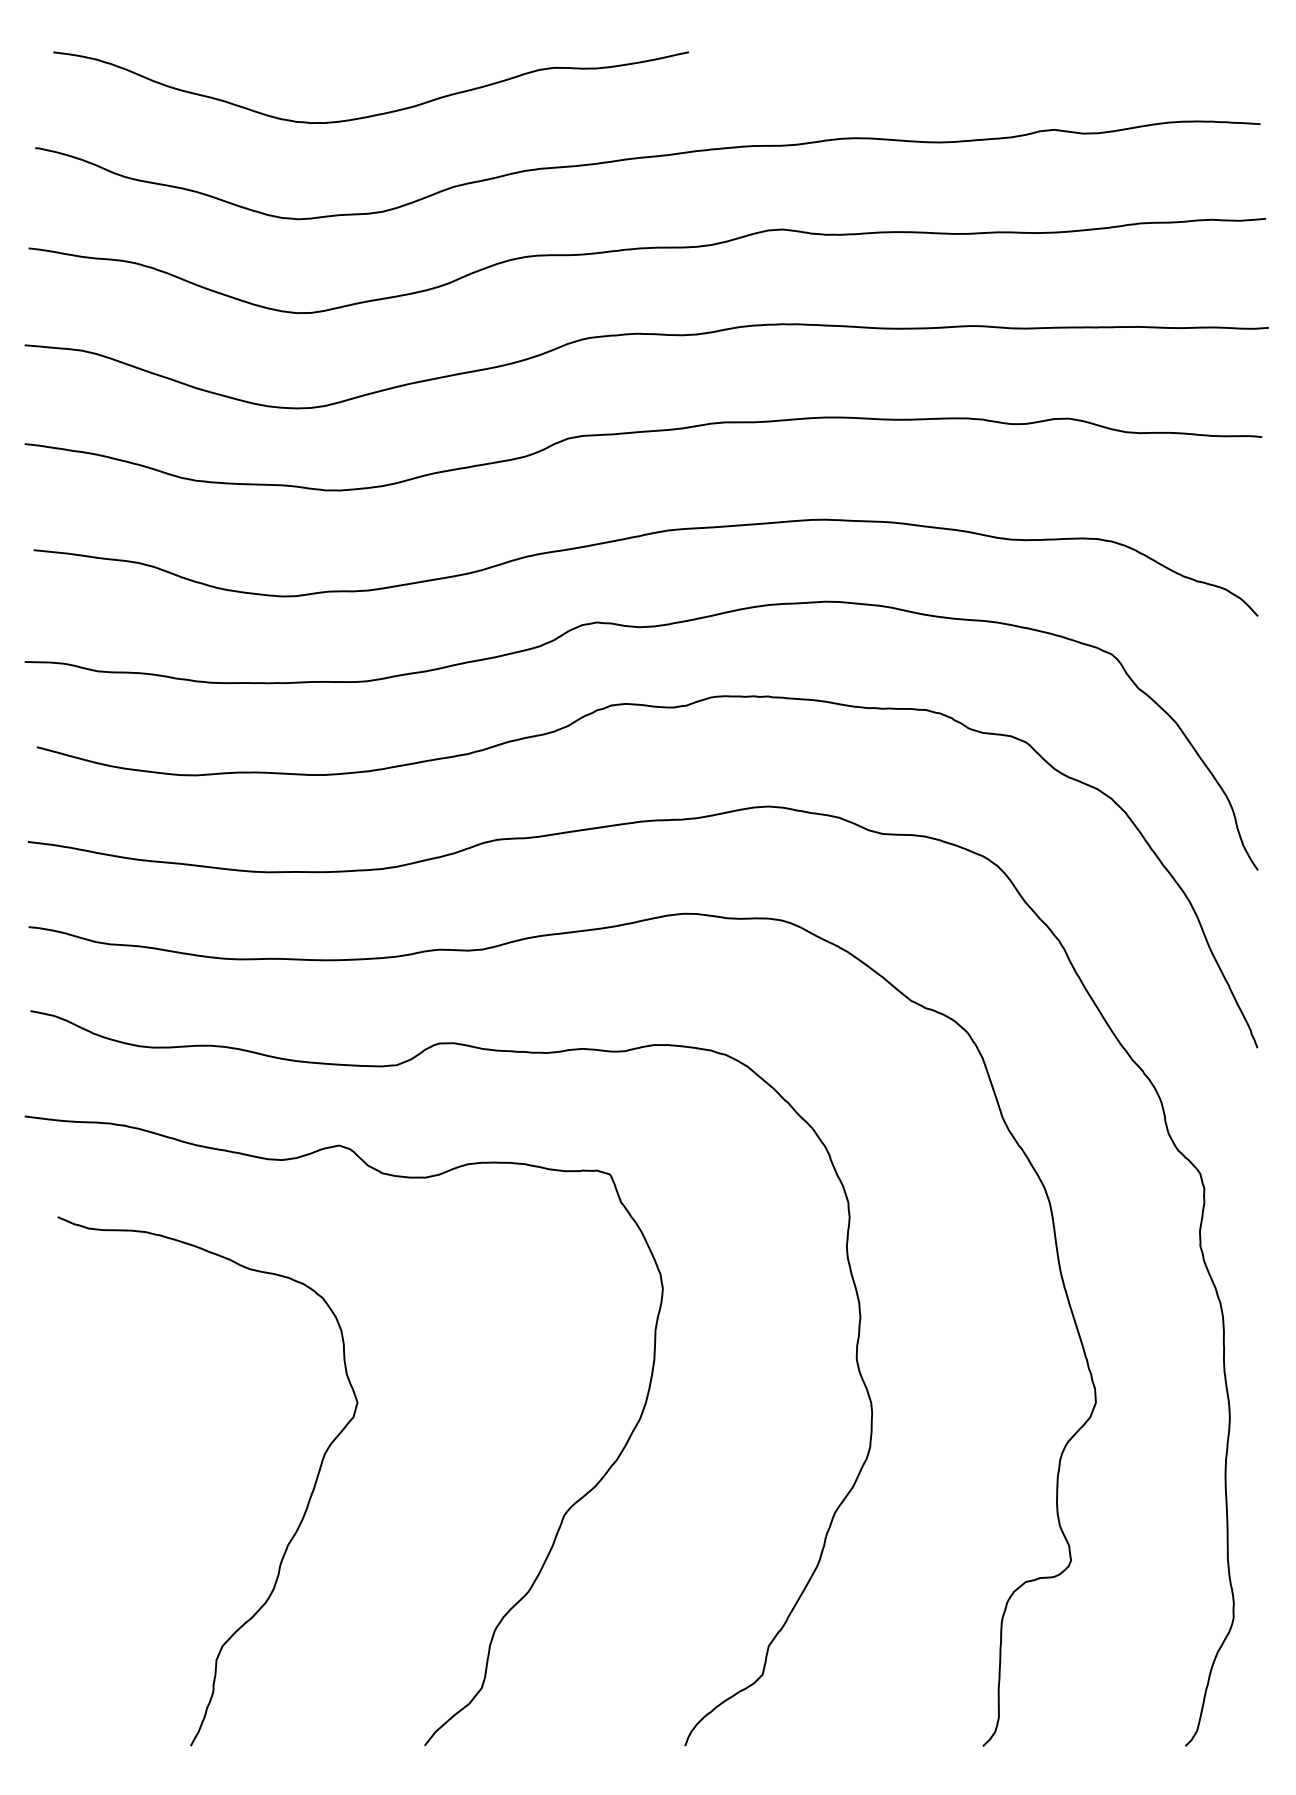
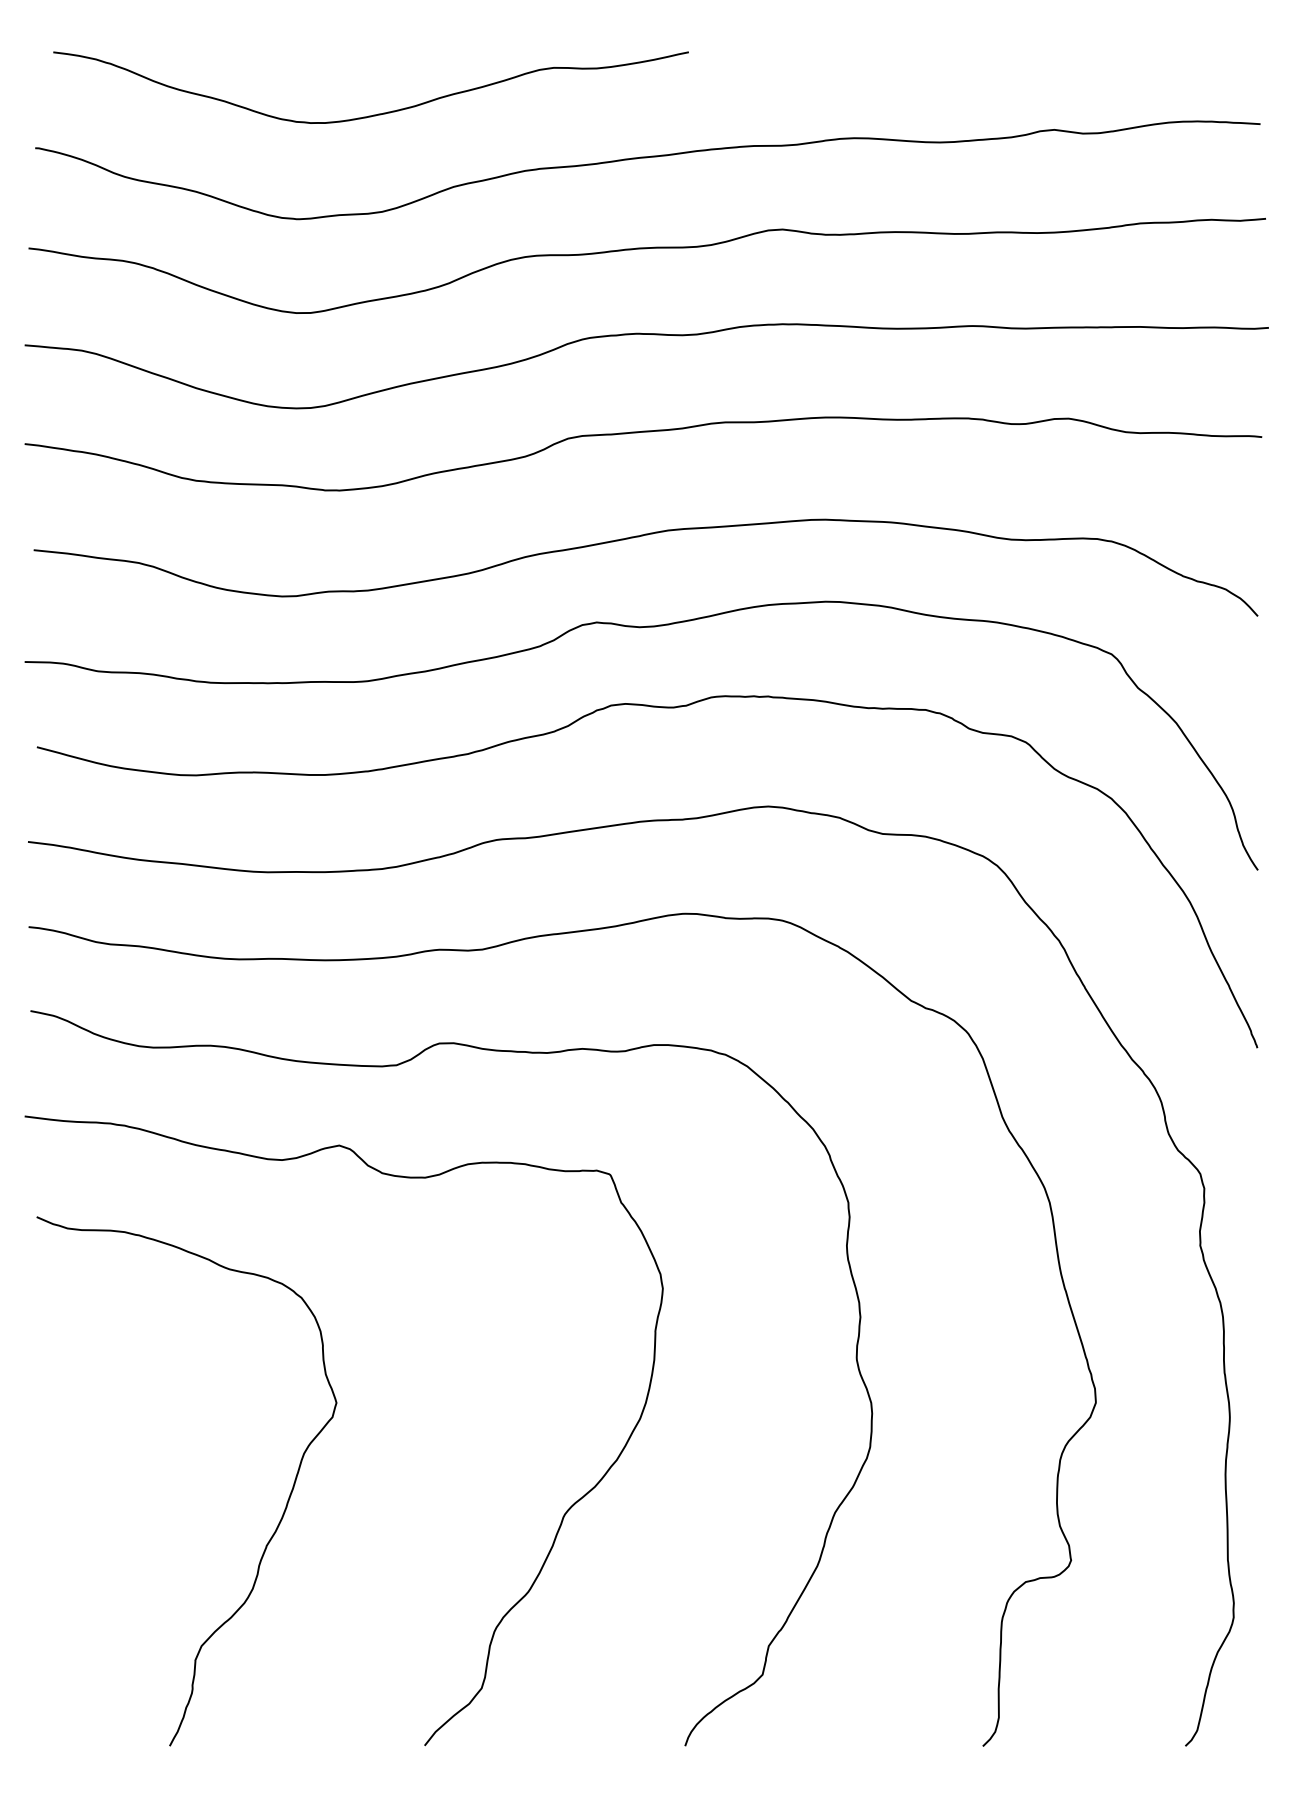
curve at (291, 1537) position: (291, 1537) -> (270, 1537)
